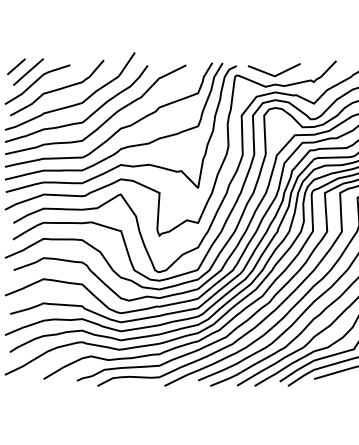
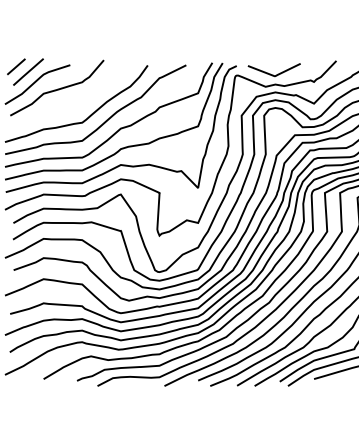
curve at (72, 104): present -> none
